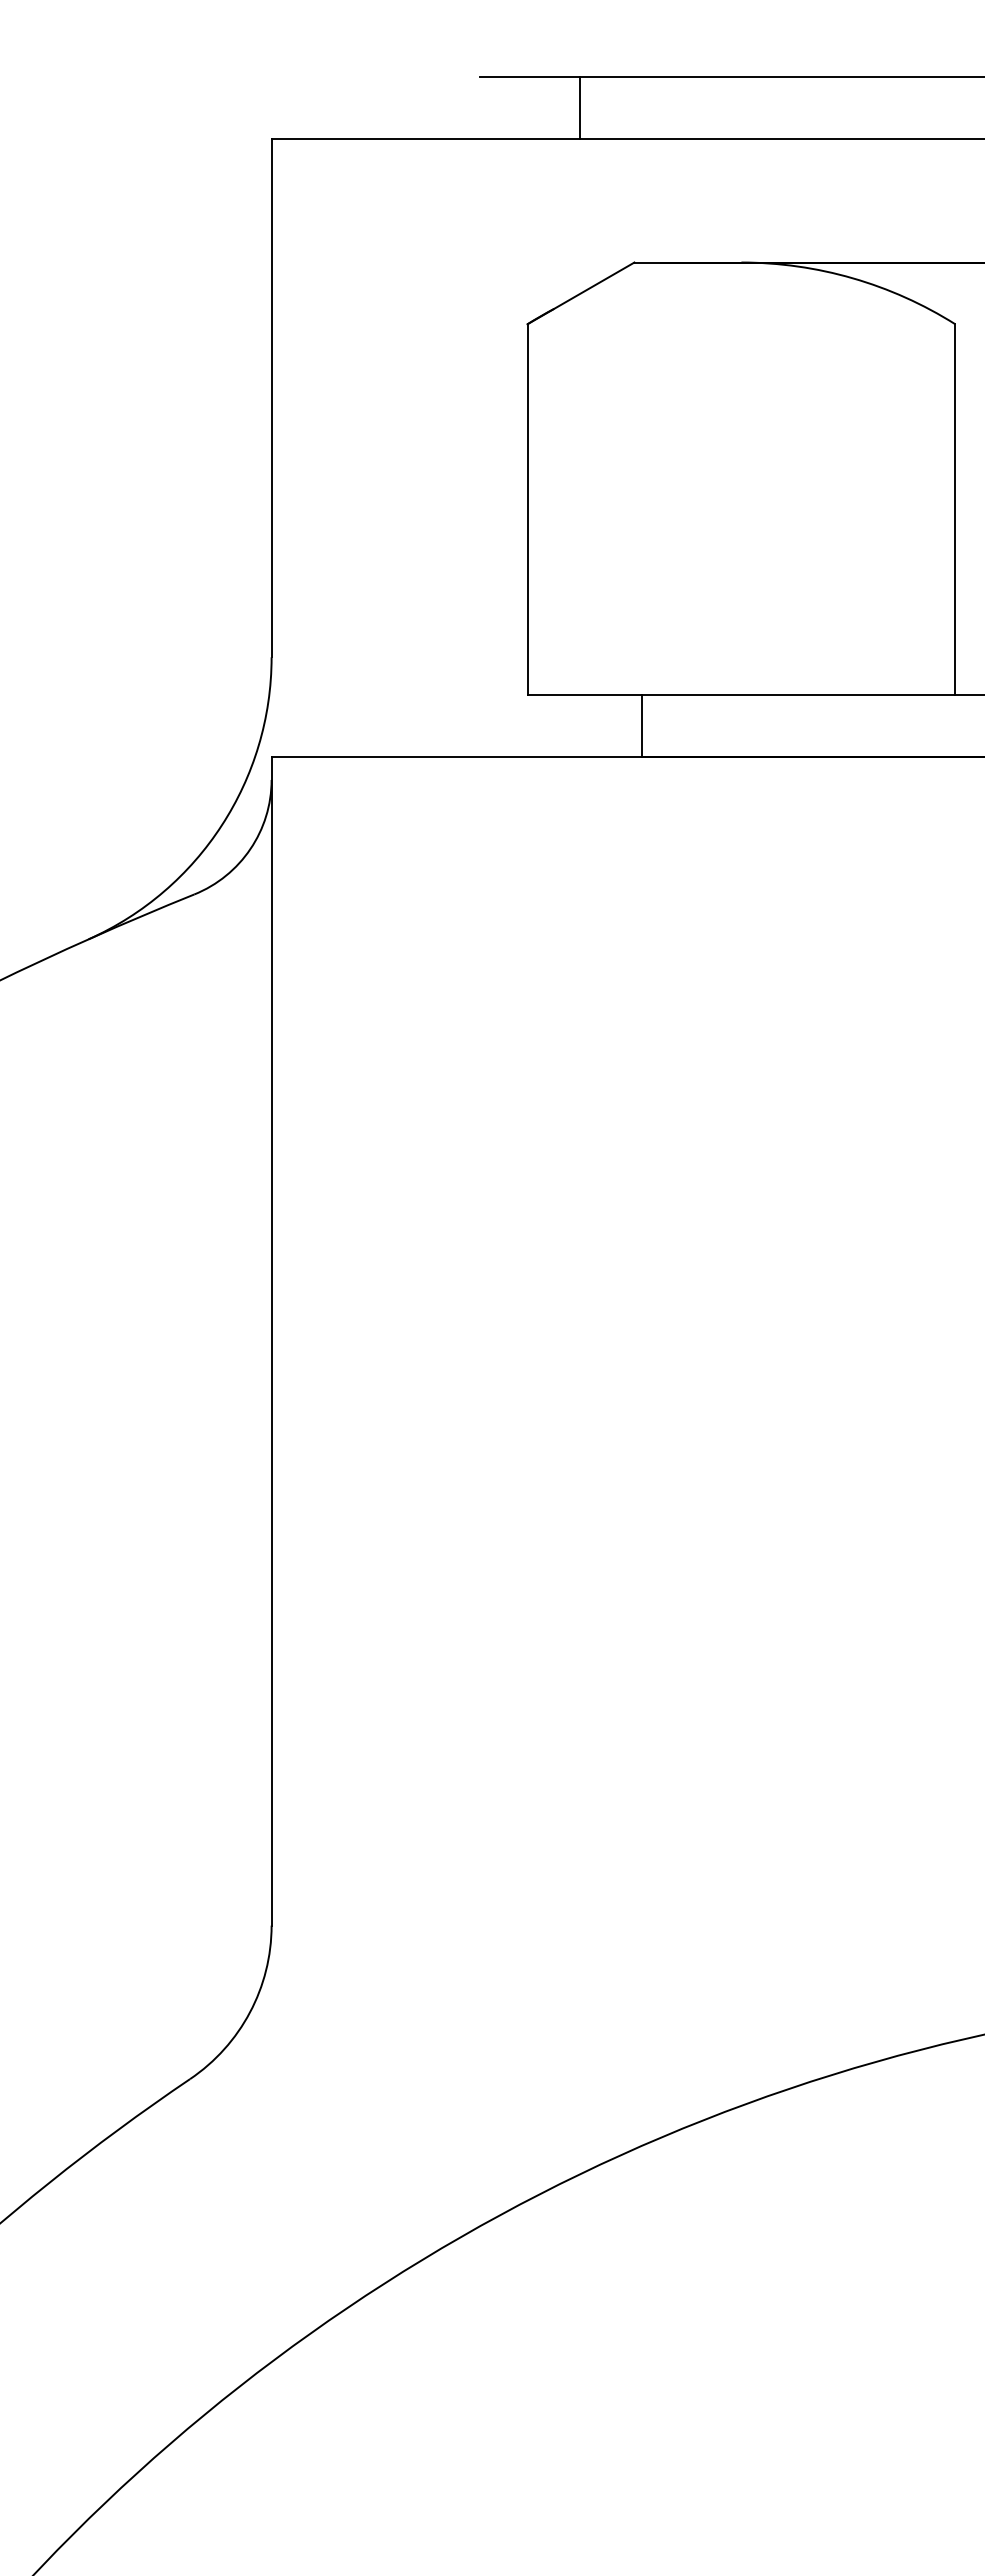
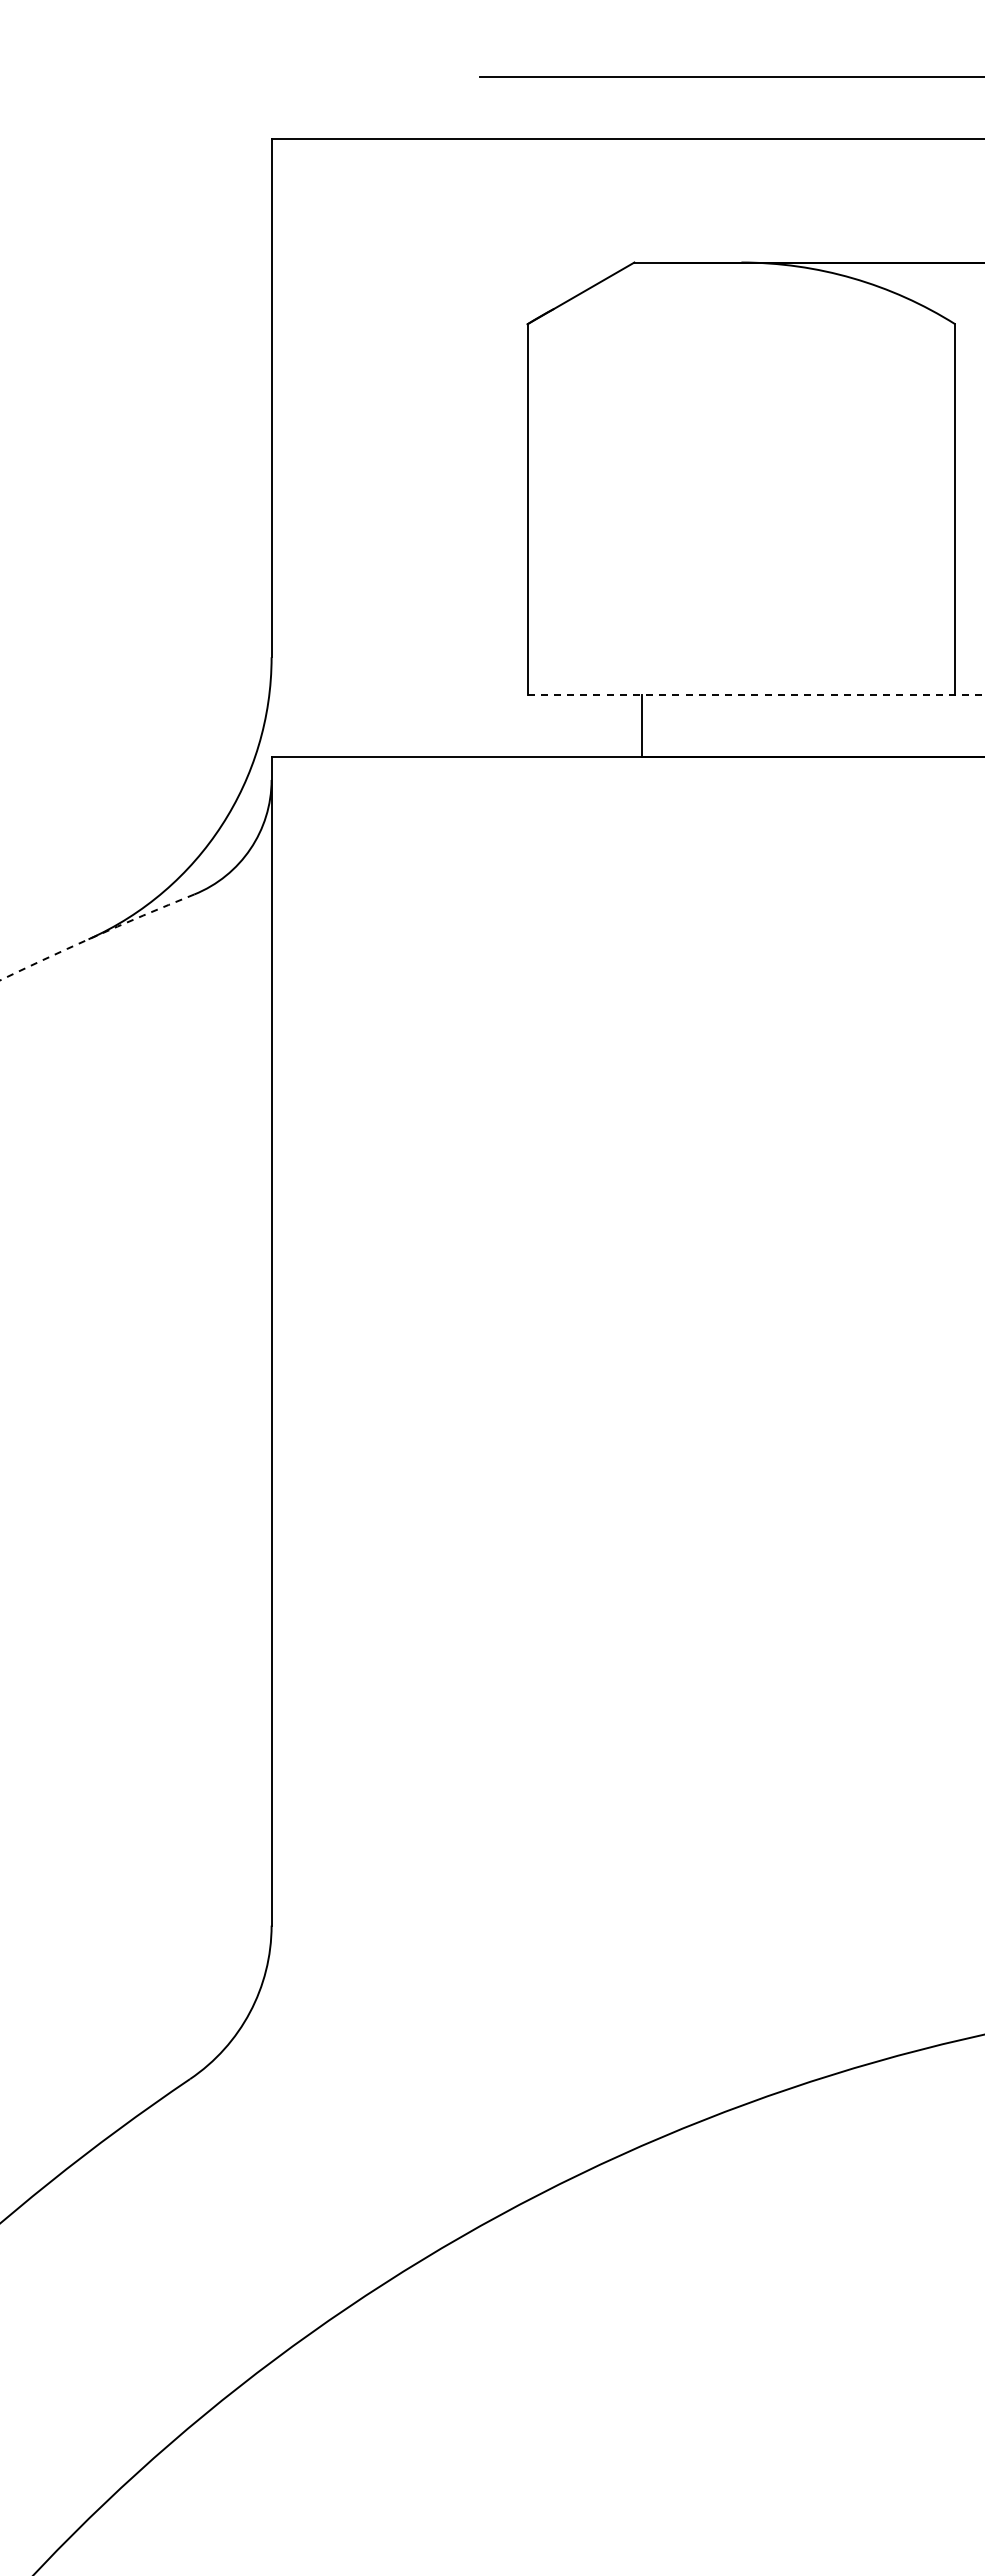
line at (579, 108): present -> none
line at (756, 694): solid -> dashed
arc at (95, 936): solid -> dashed
